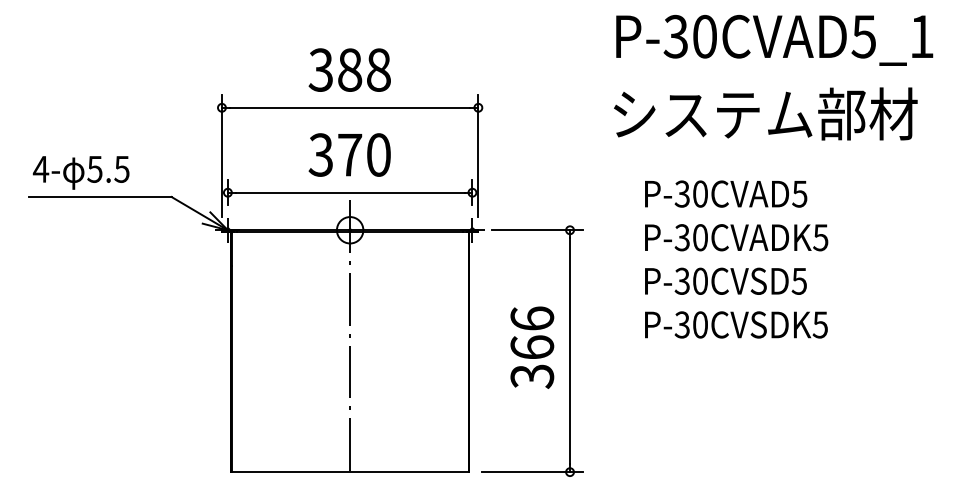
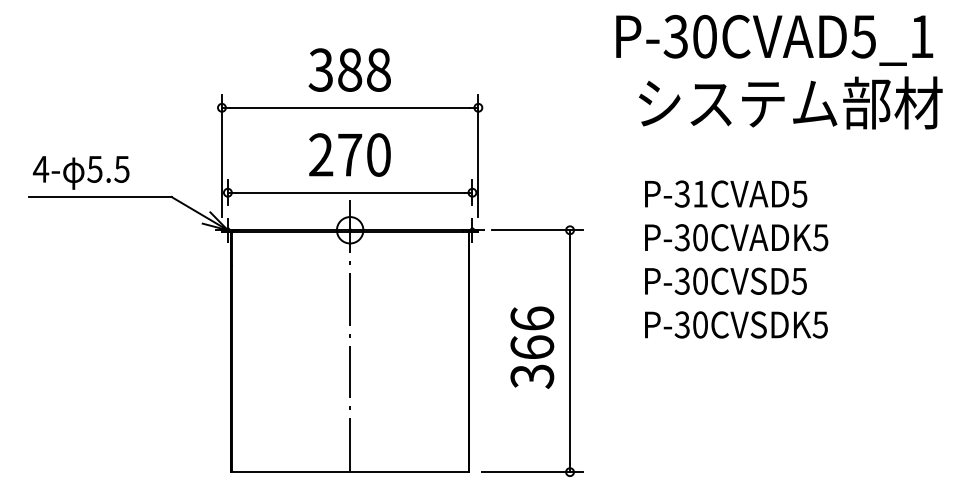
text at (765, 113) position: (765, 113) -> (790, 102)
text at (320, 154): 370 -> 270
text at (700, 193): P-30CVAD5 -> P-31CVAD5
